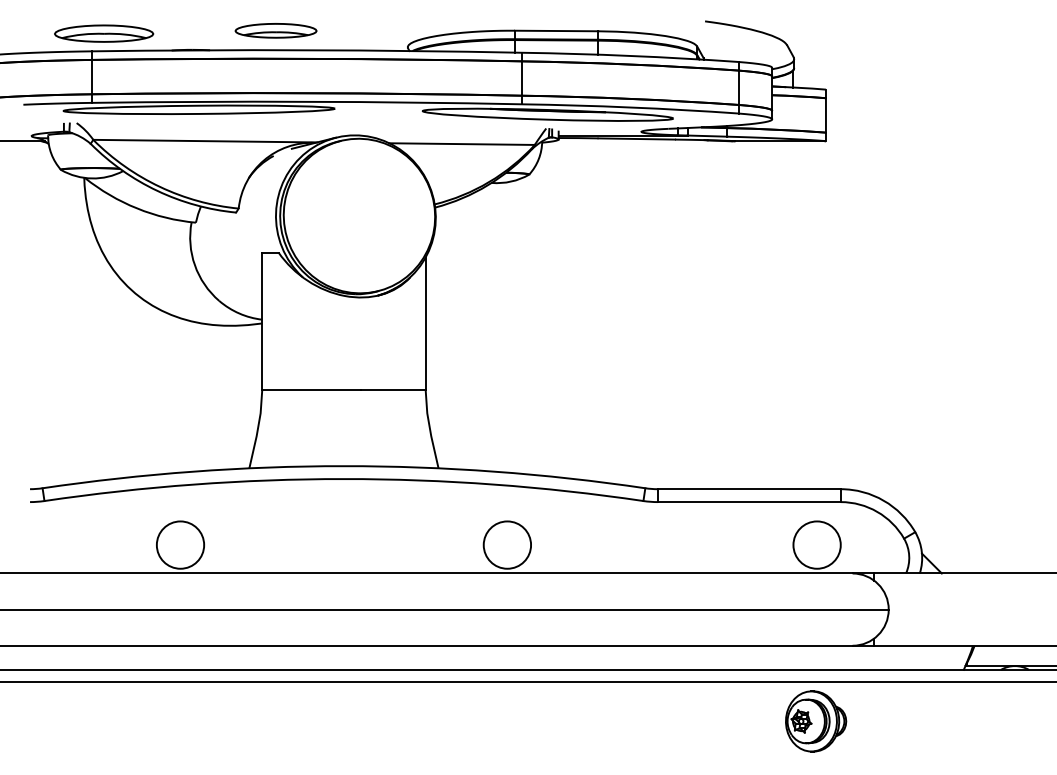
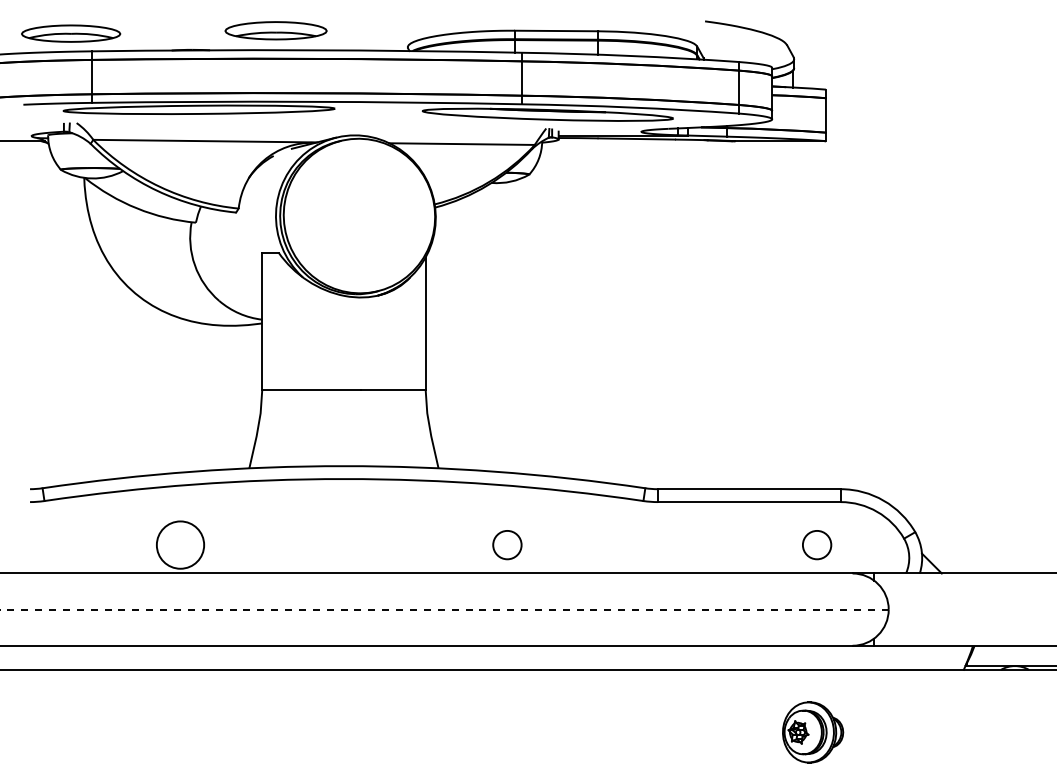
part at (275, 30) size: 84x16 px -> 104x20 px
part at (104, 33) position: (104, 33) -> (71, 33)
circle at (507, 544) diameter: 47 px -> 28 px
circle at (816, 544) diameter: 47 px -> 28 px
line at (444, 609): solid -> dashed
line at (527, 682): present -> none
part at (816, 721) position: (816, 721) -> (813, 732)
